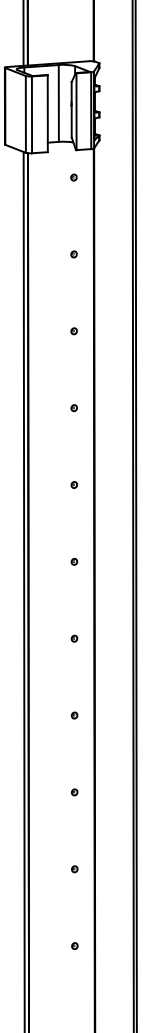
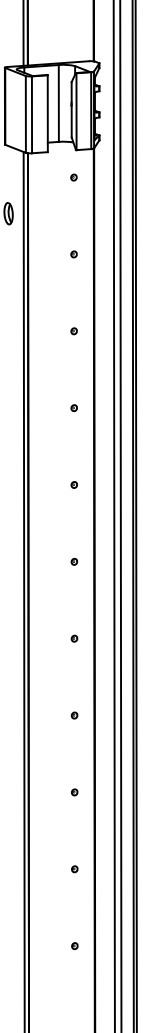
part at (8, 213): none -> present
line at (113, 515): none -> present
line at (120, 515): none -> present
